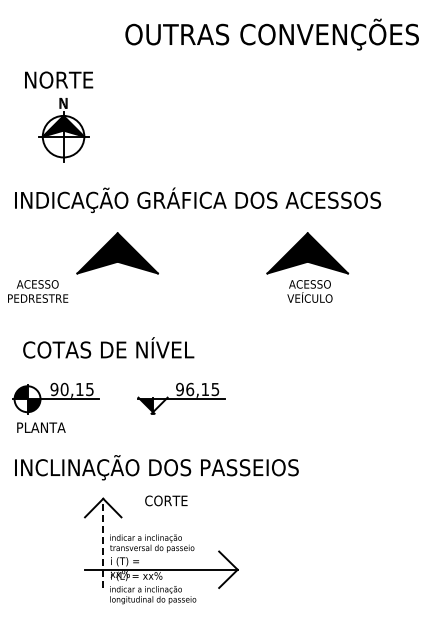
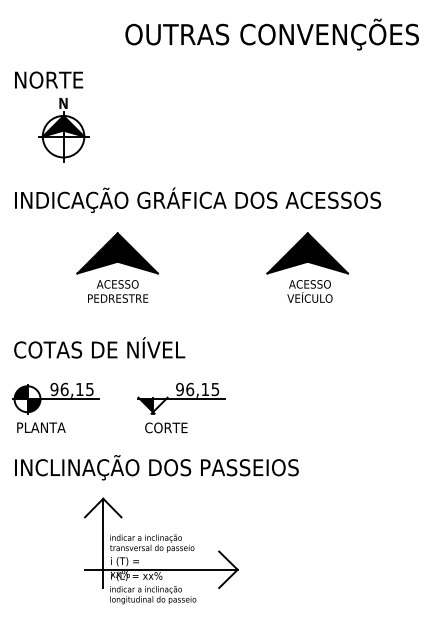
text at (59, 79) position: (59, 79) -> (49, 79)
text at (38, 291) position: (38, 291) -> (118, 291)
text at (108, 347) position: (108, 347) -> (99, 347)
text at (64, 389): 90,15 -> 96,15
text at (166, 500) position: (166, 500) -> (166, 427)
line at (103, 543): dashed -> solid
